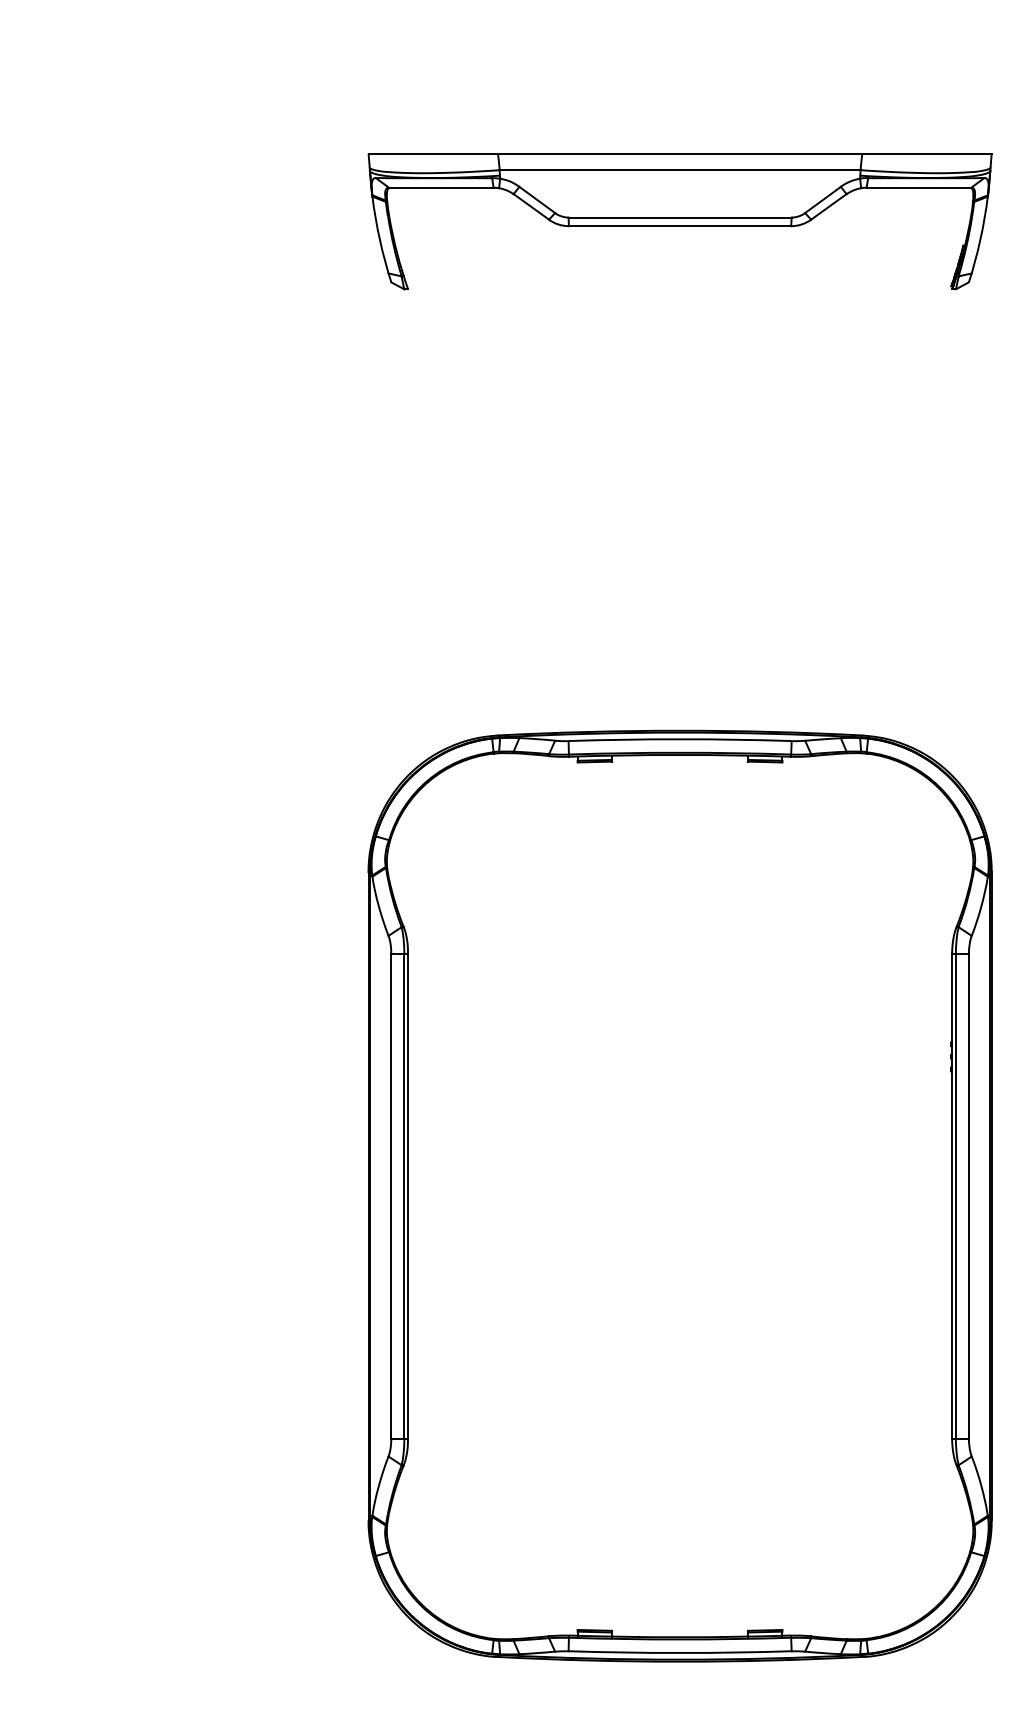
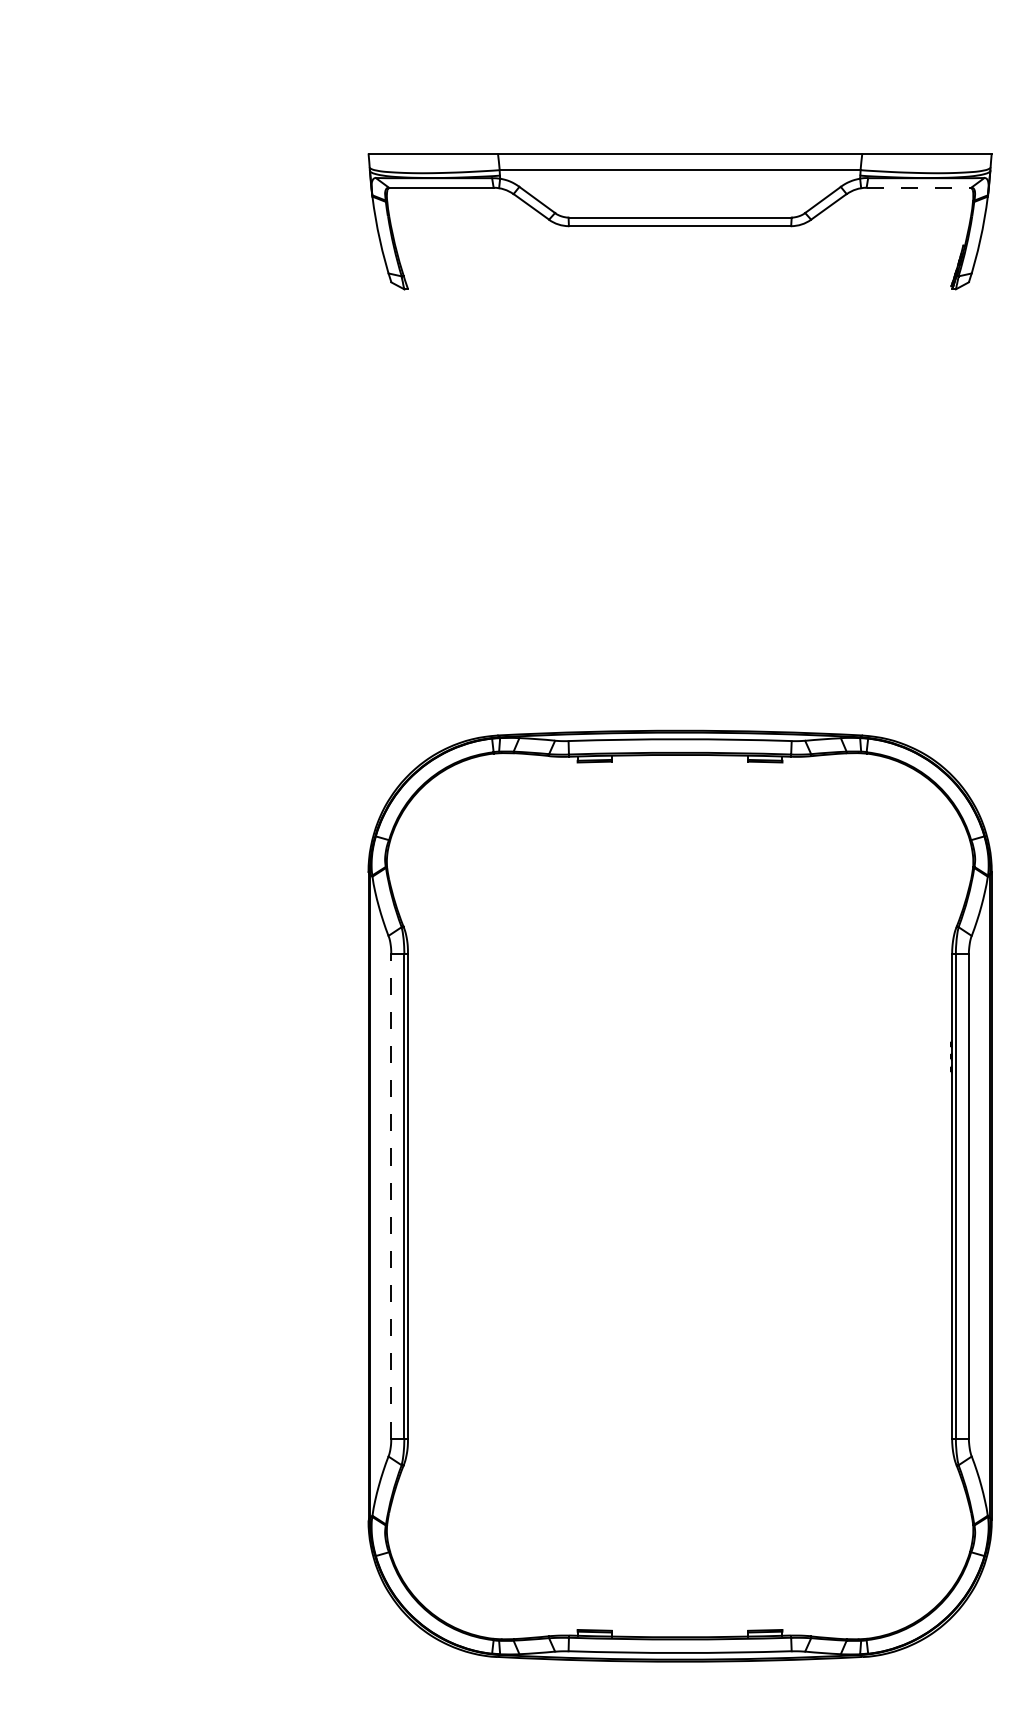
line at (919, 187): solid -> dashed
line at (391, 1195): solid -> dashed
